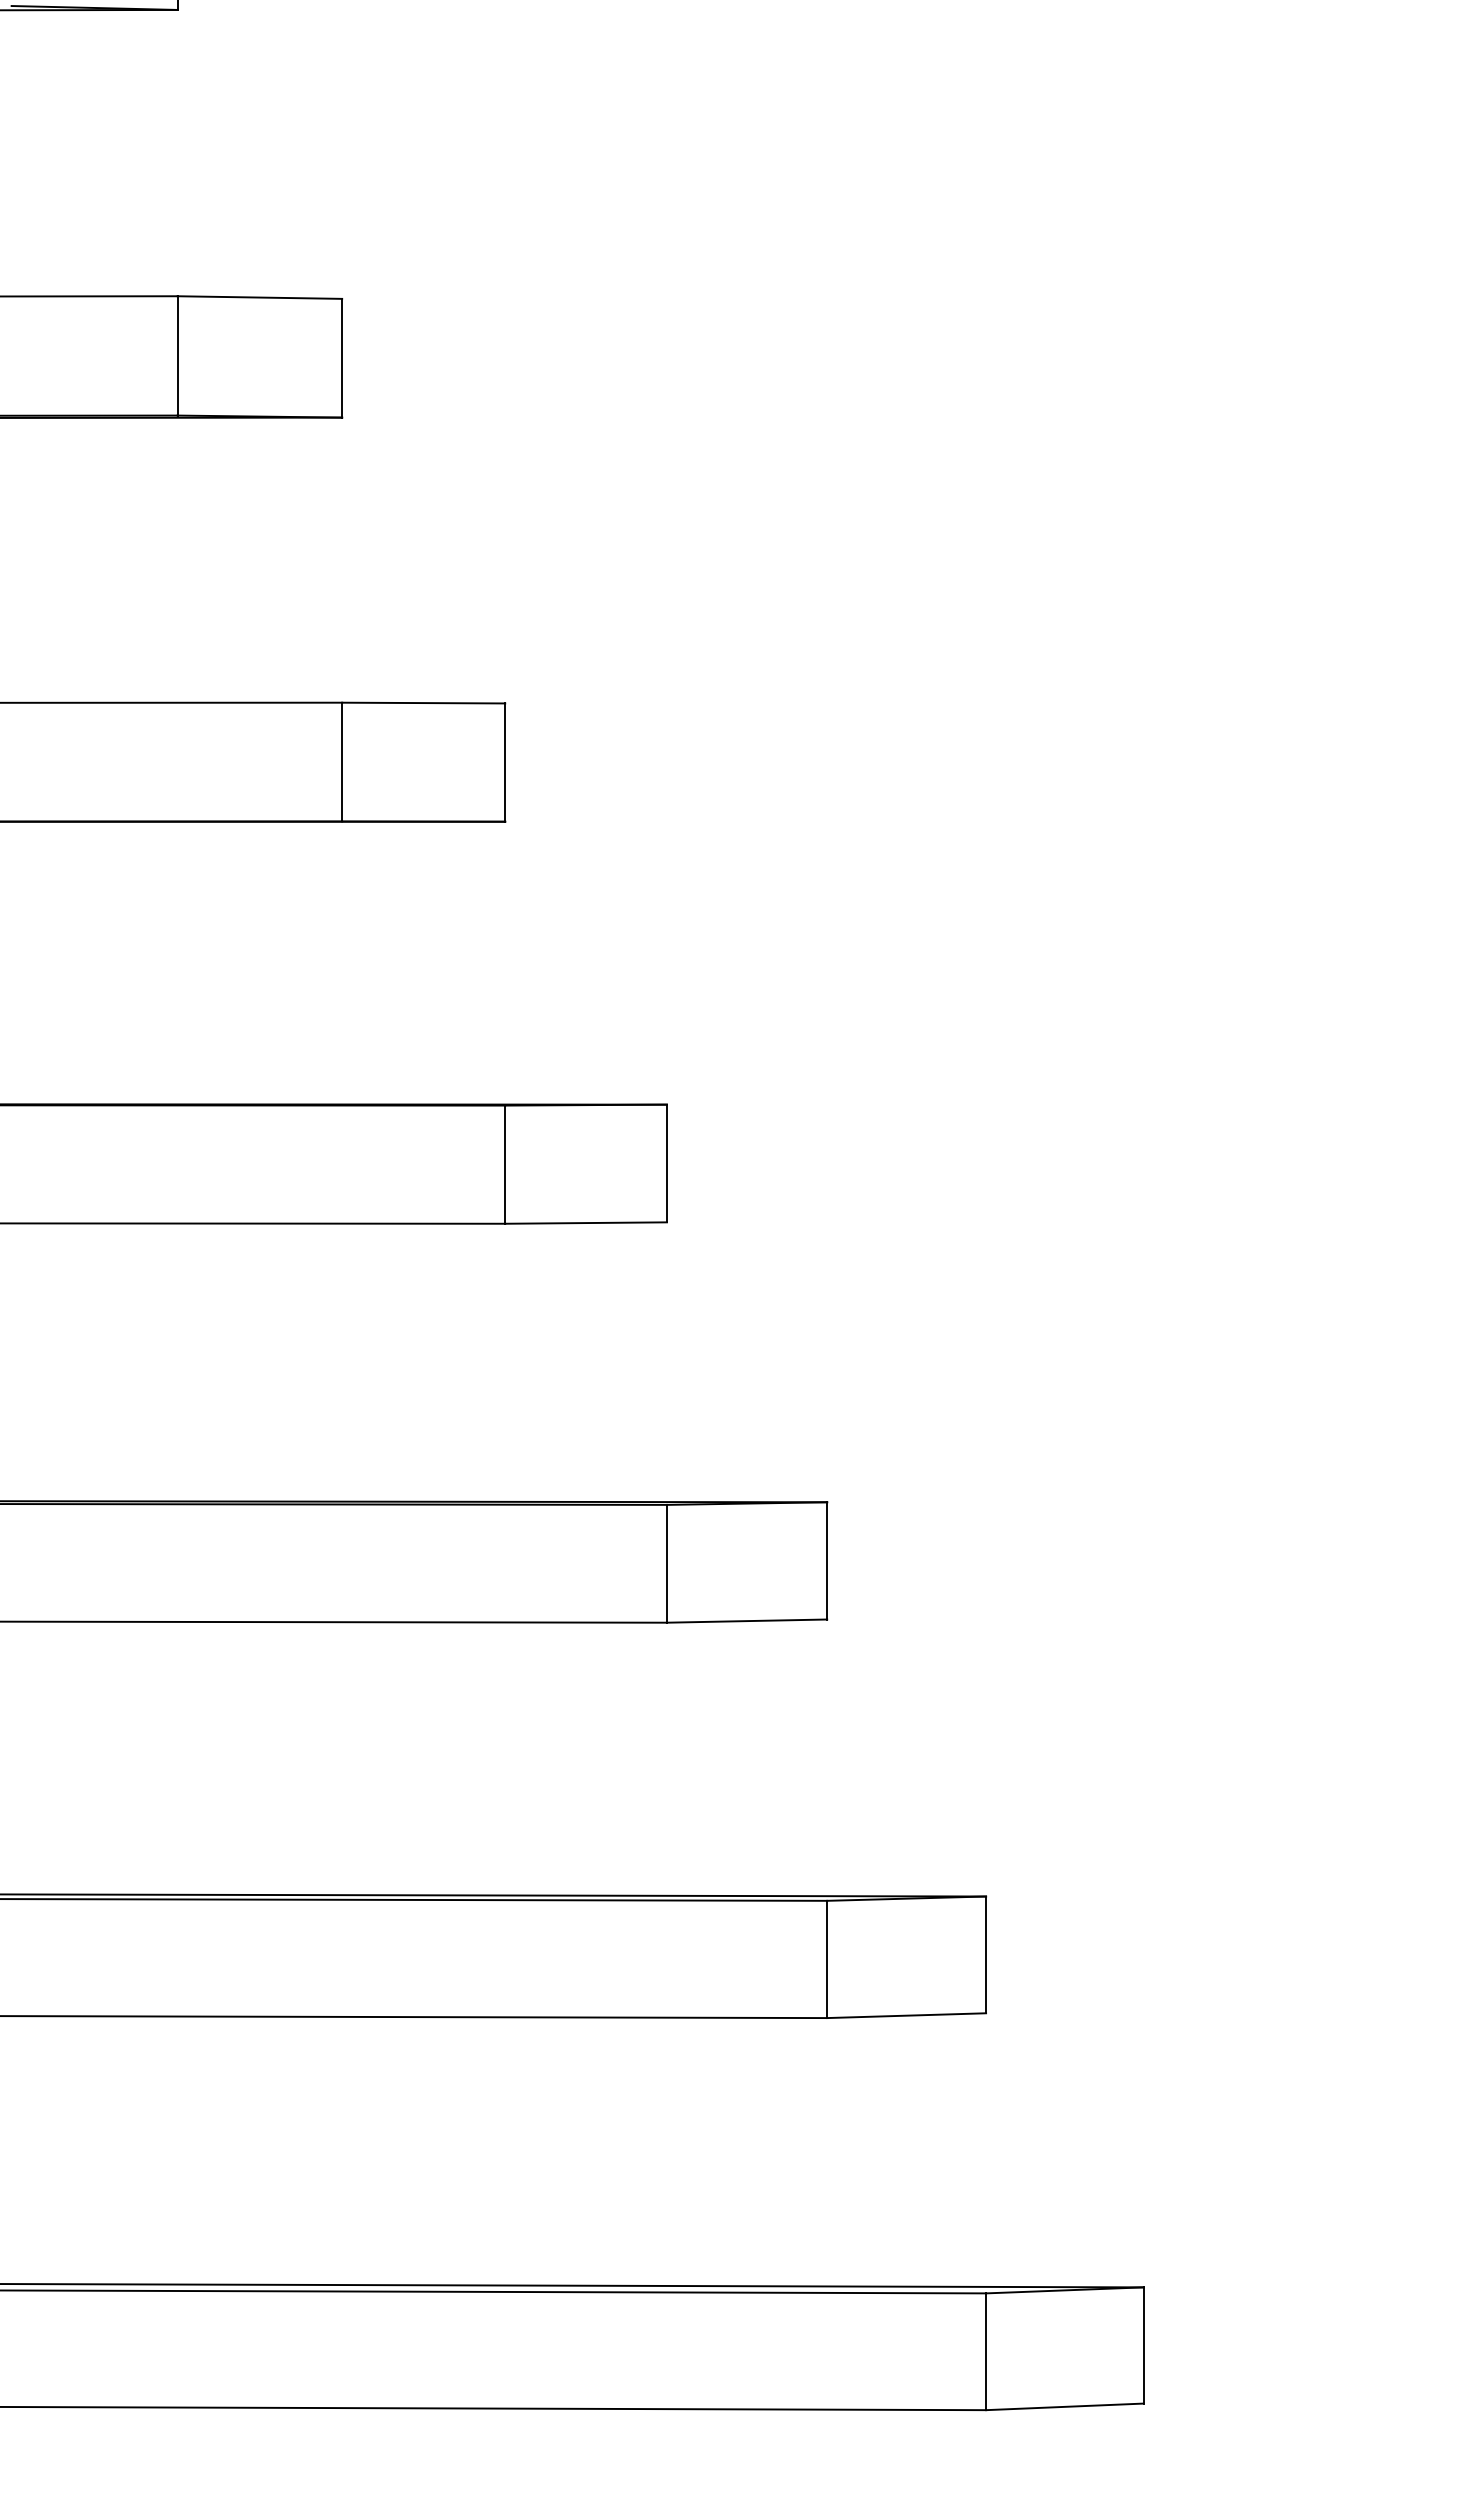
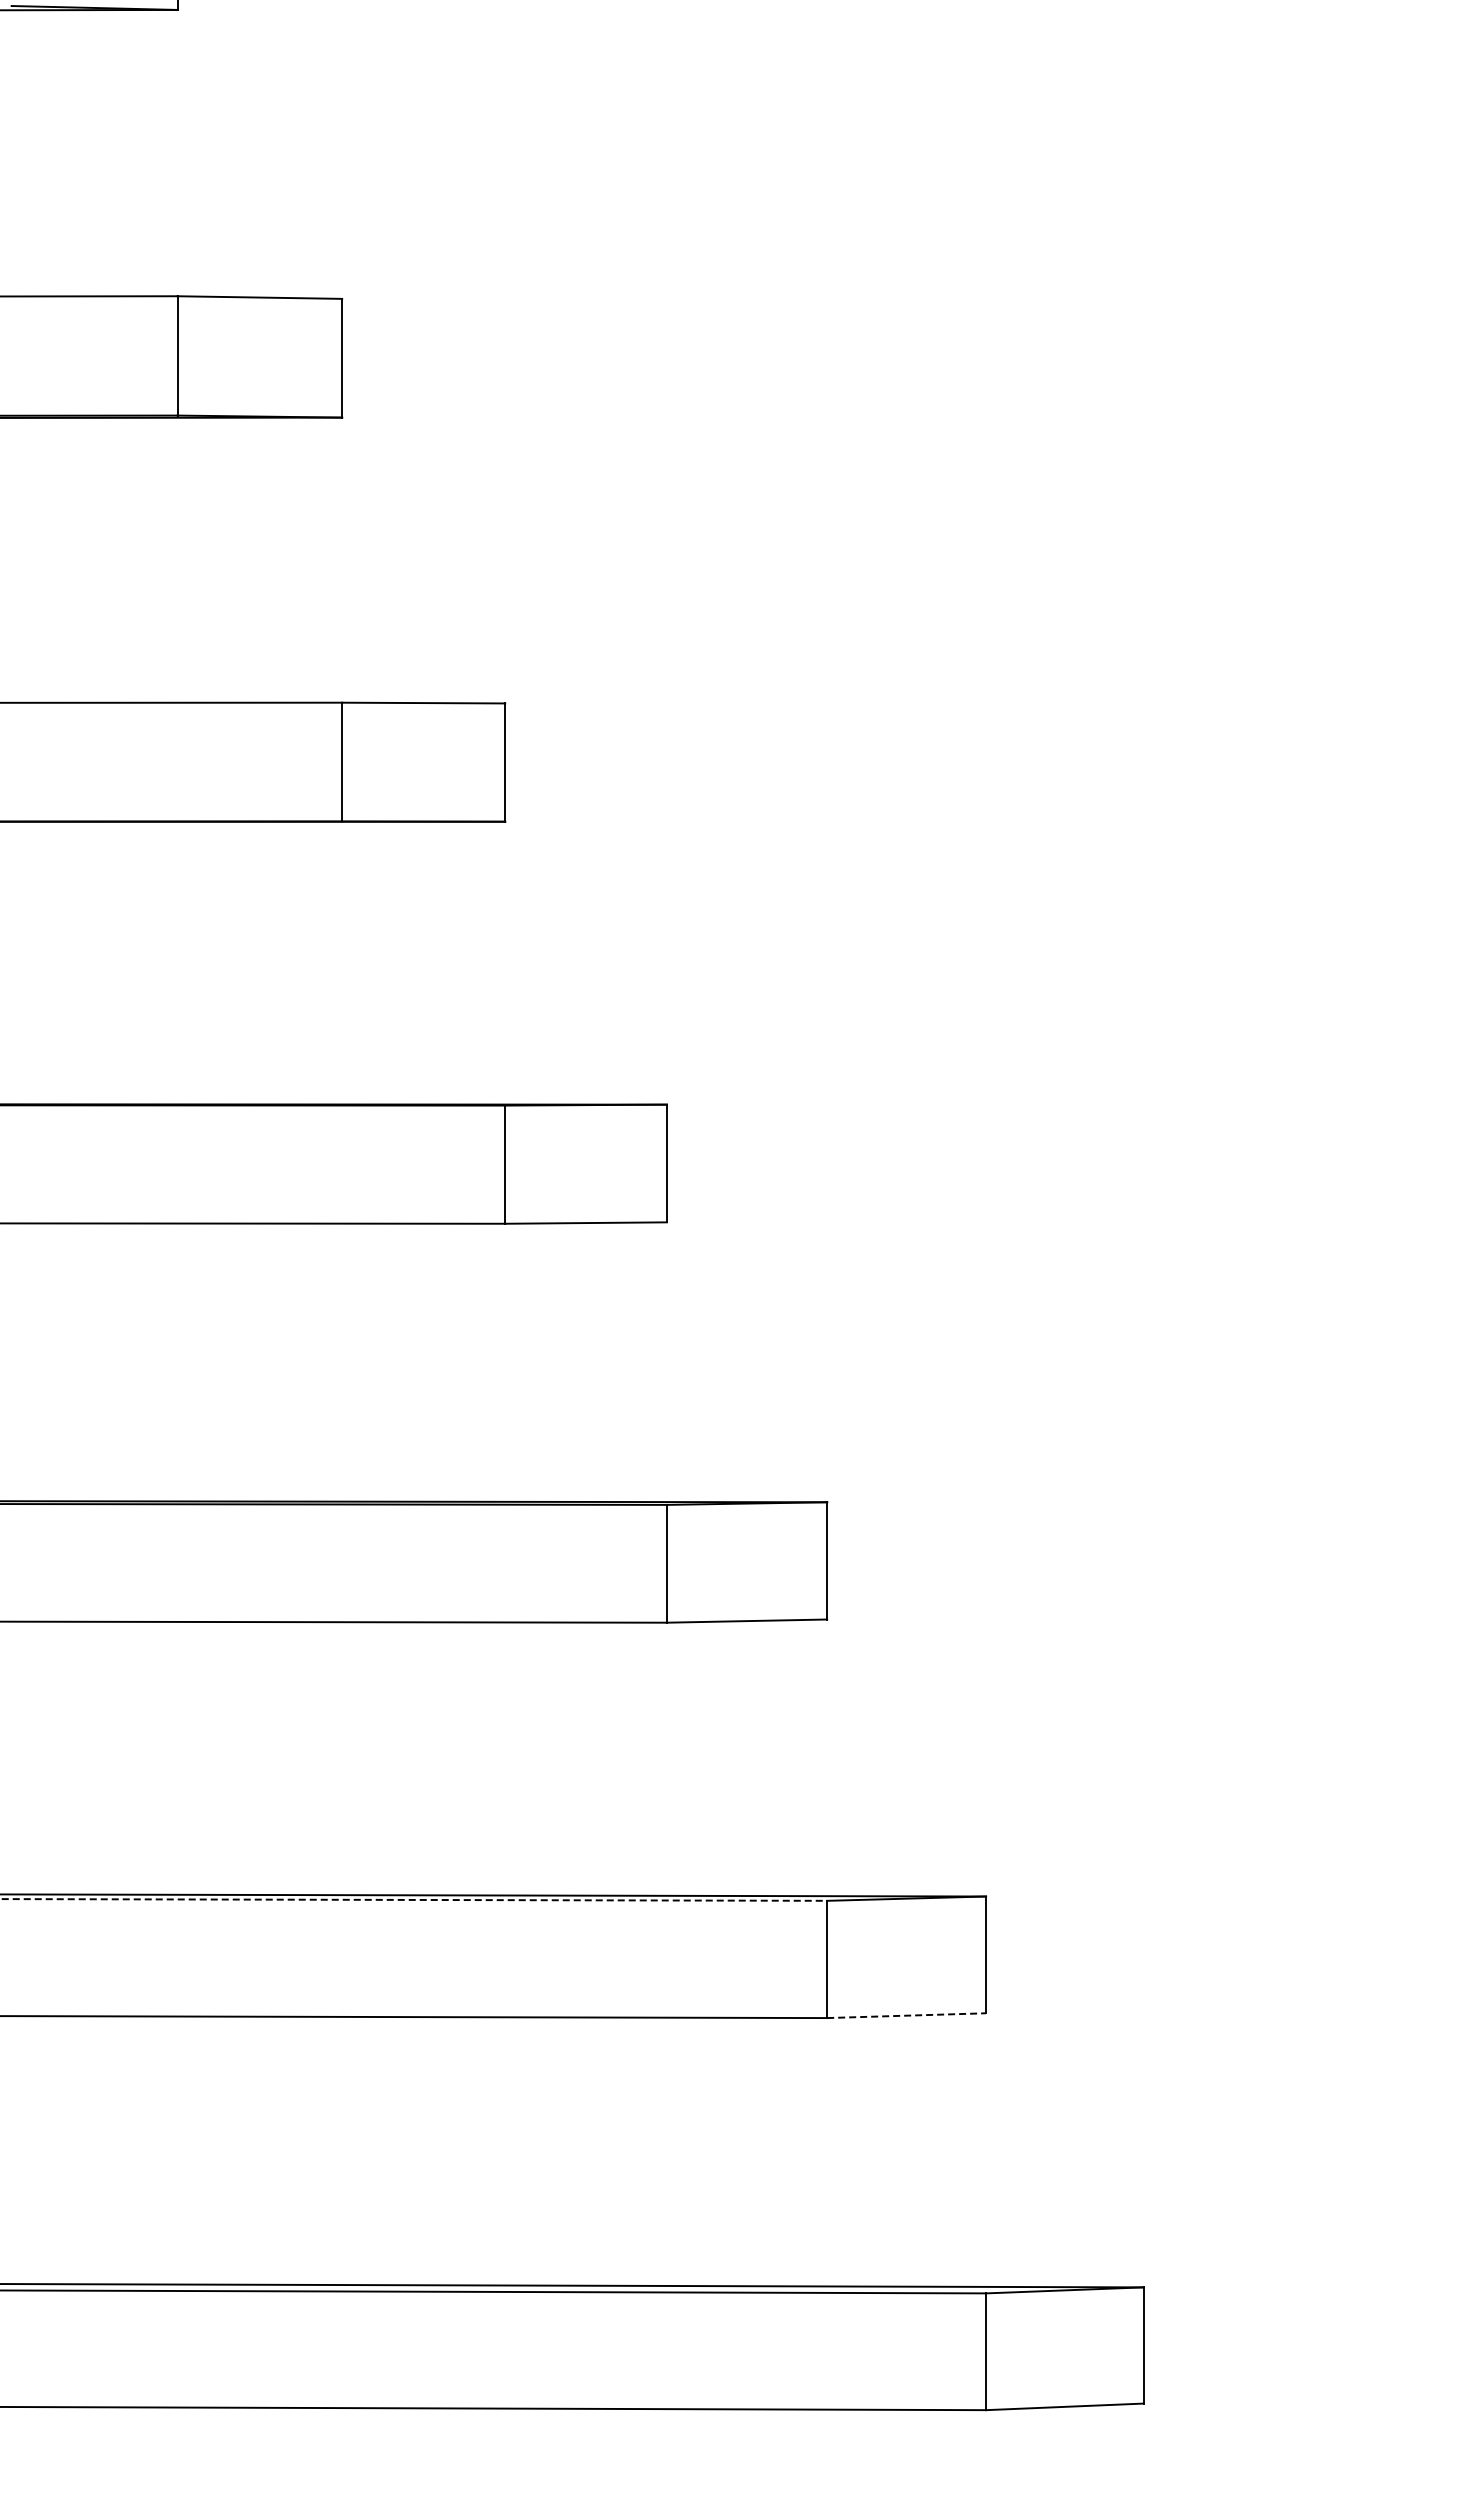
line at (414, 1899): solid -> dashed
line at (907, 2015): solid -> dashed
